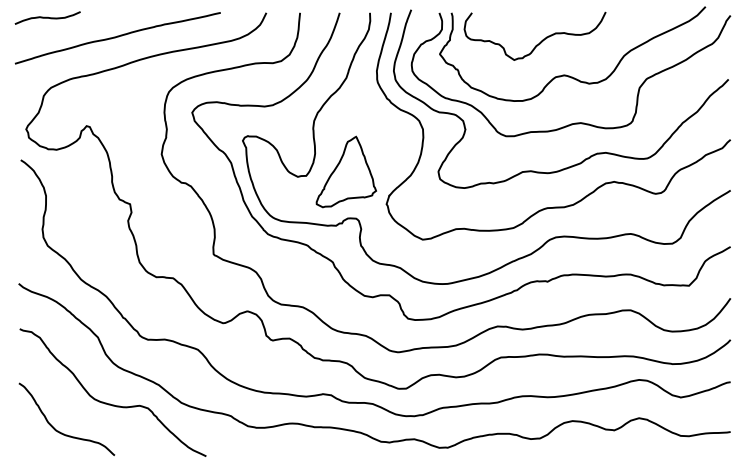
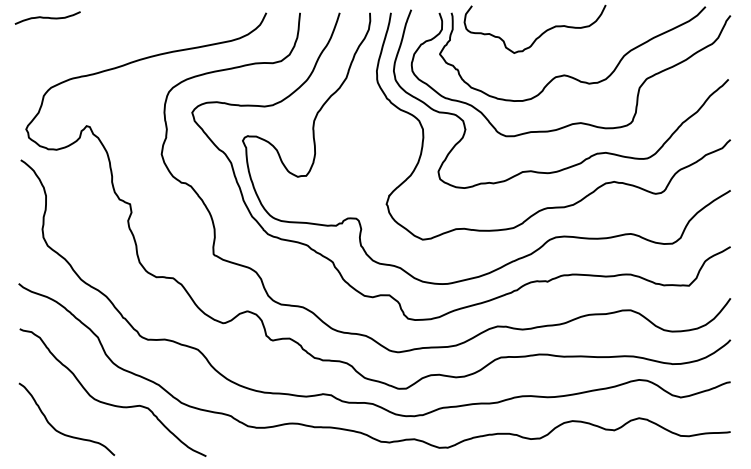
curve at (117, 37): present -> none
curve at (540, 41) position: (540, 41) -> (540, 34)
part at (345, 171): present -> none
